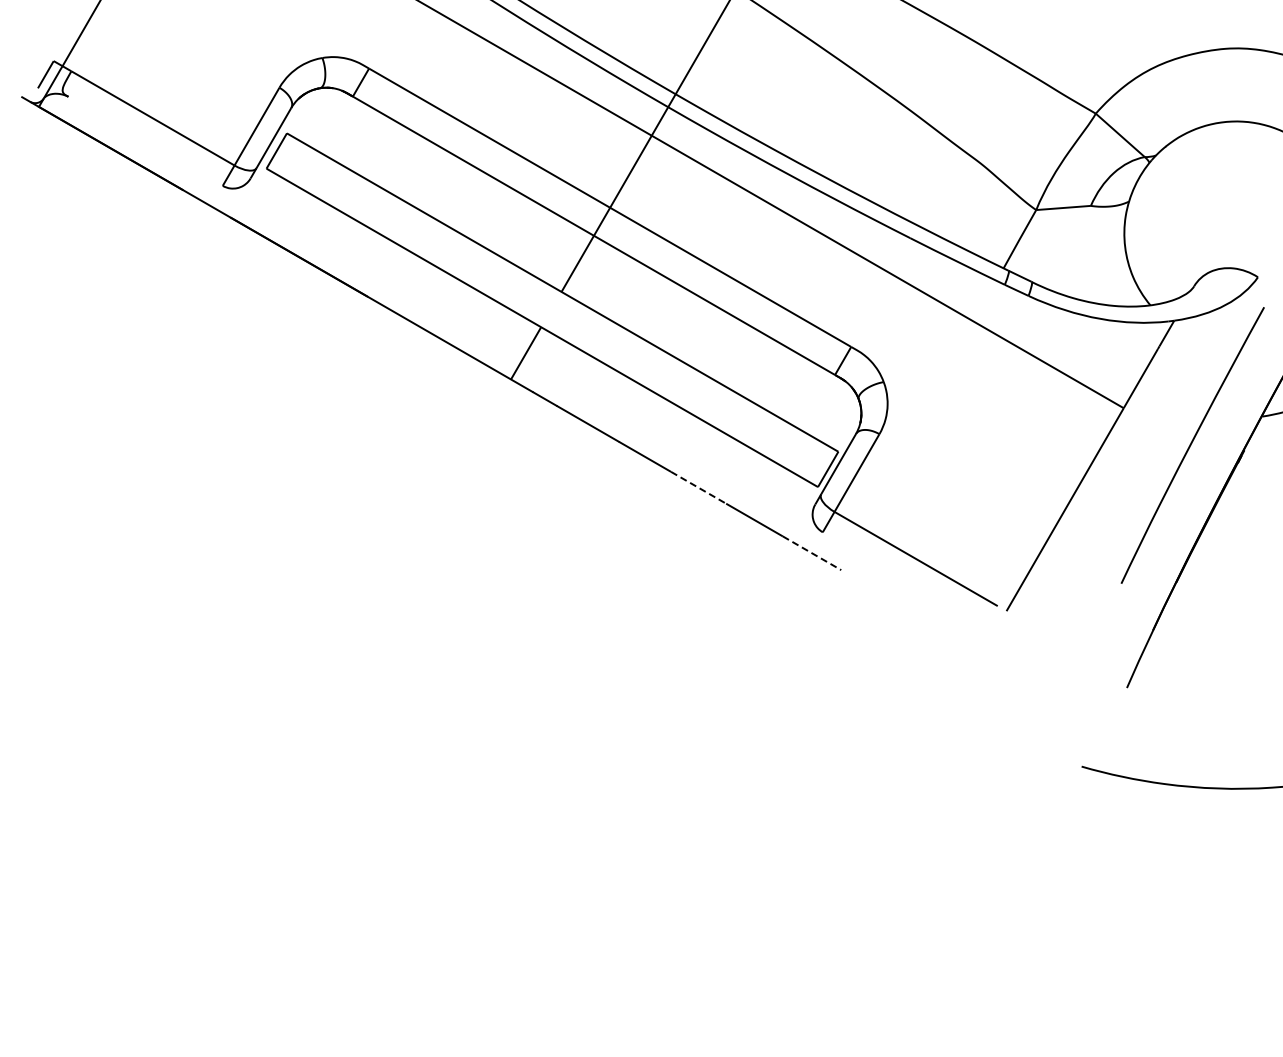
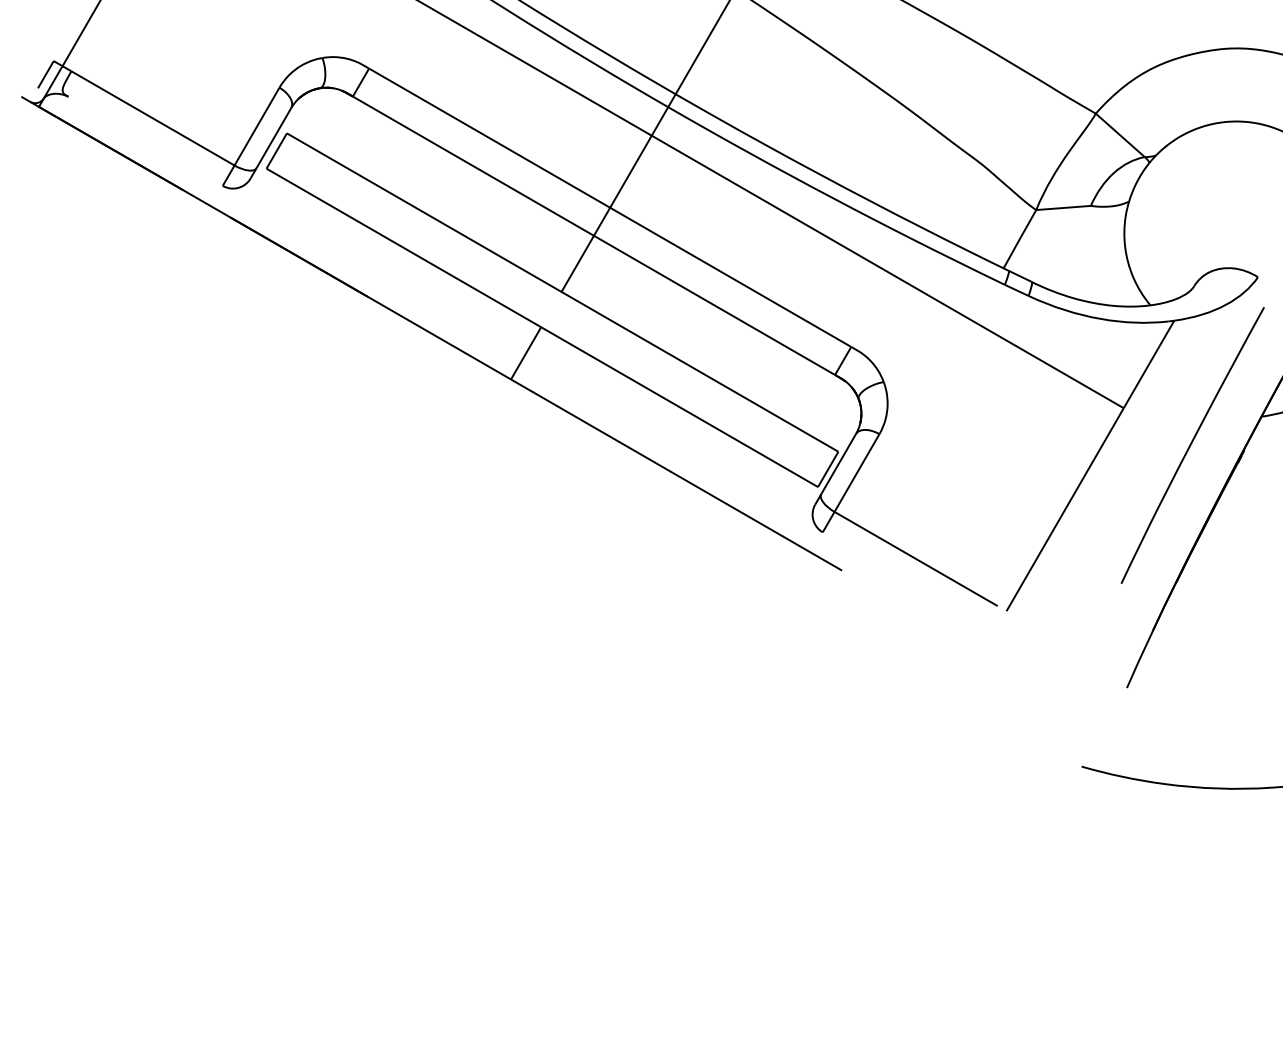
line at (698, 487): dashed -> solid
line at (812, 553): dashed -> solid
